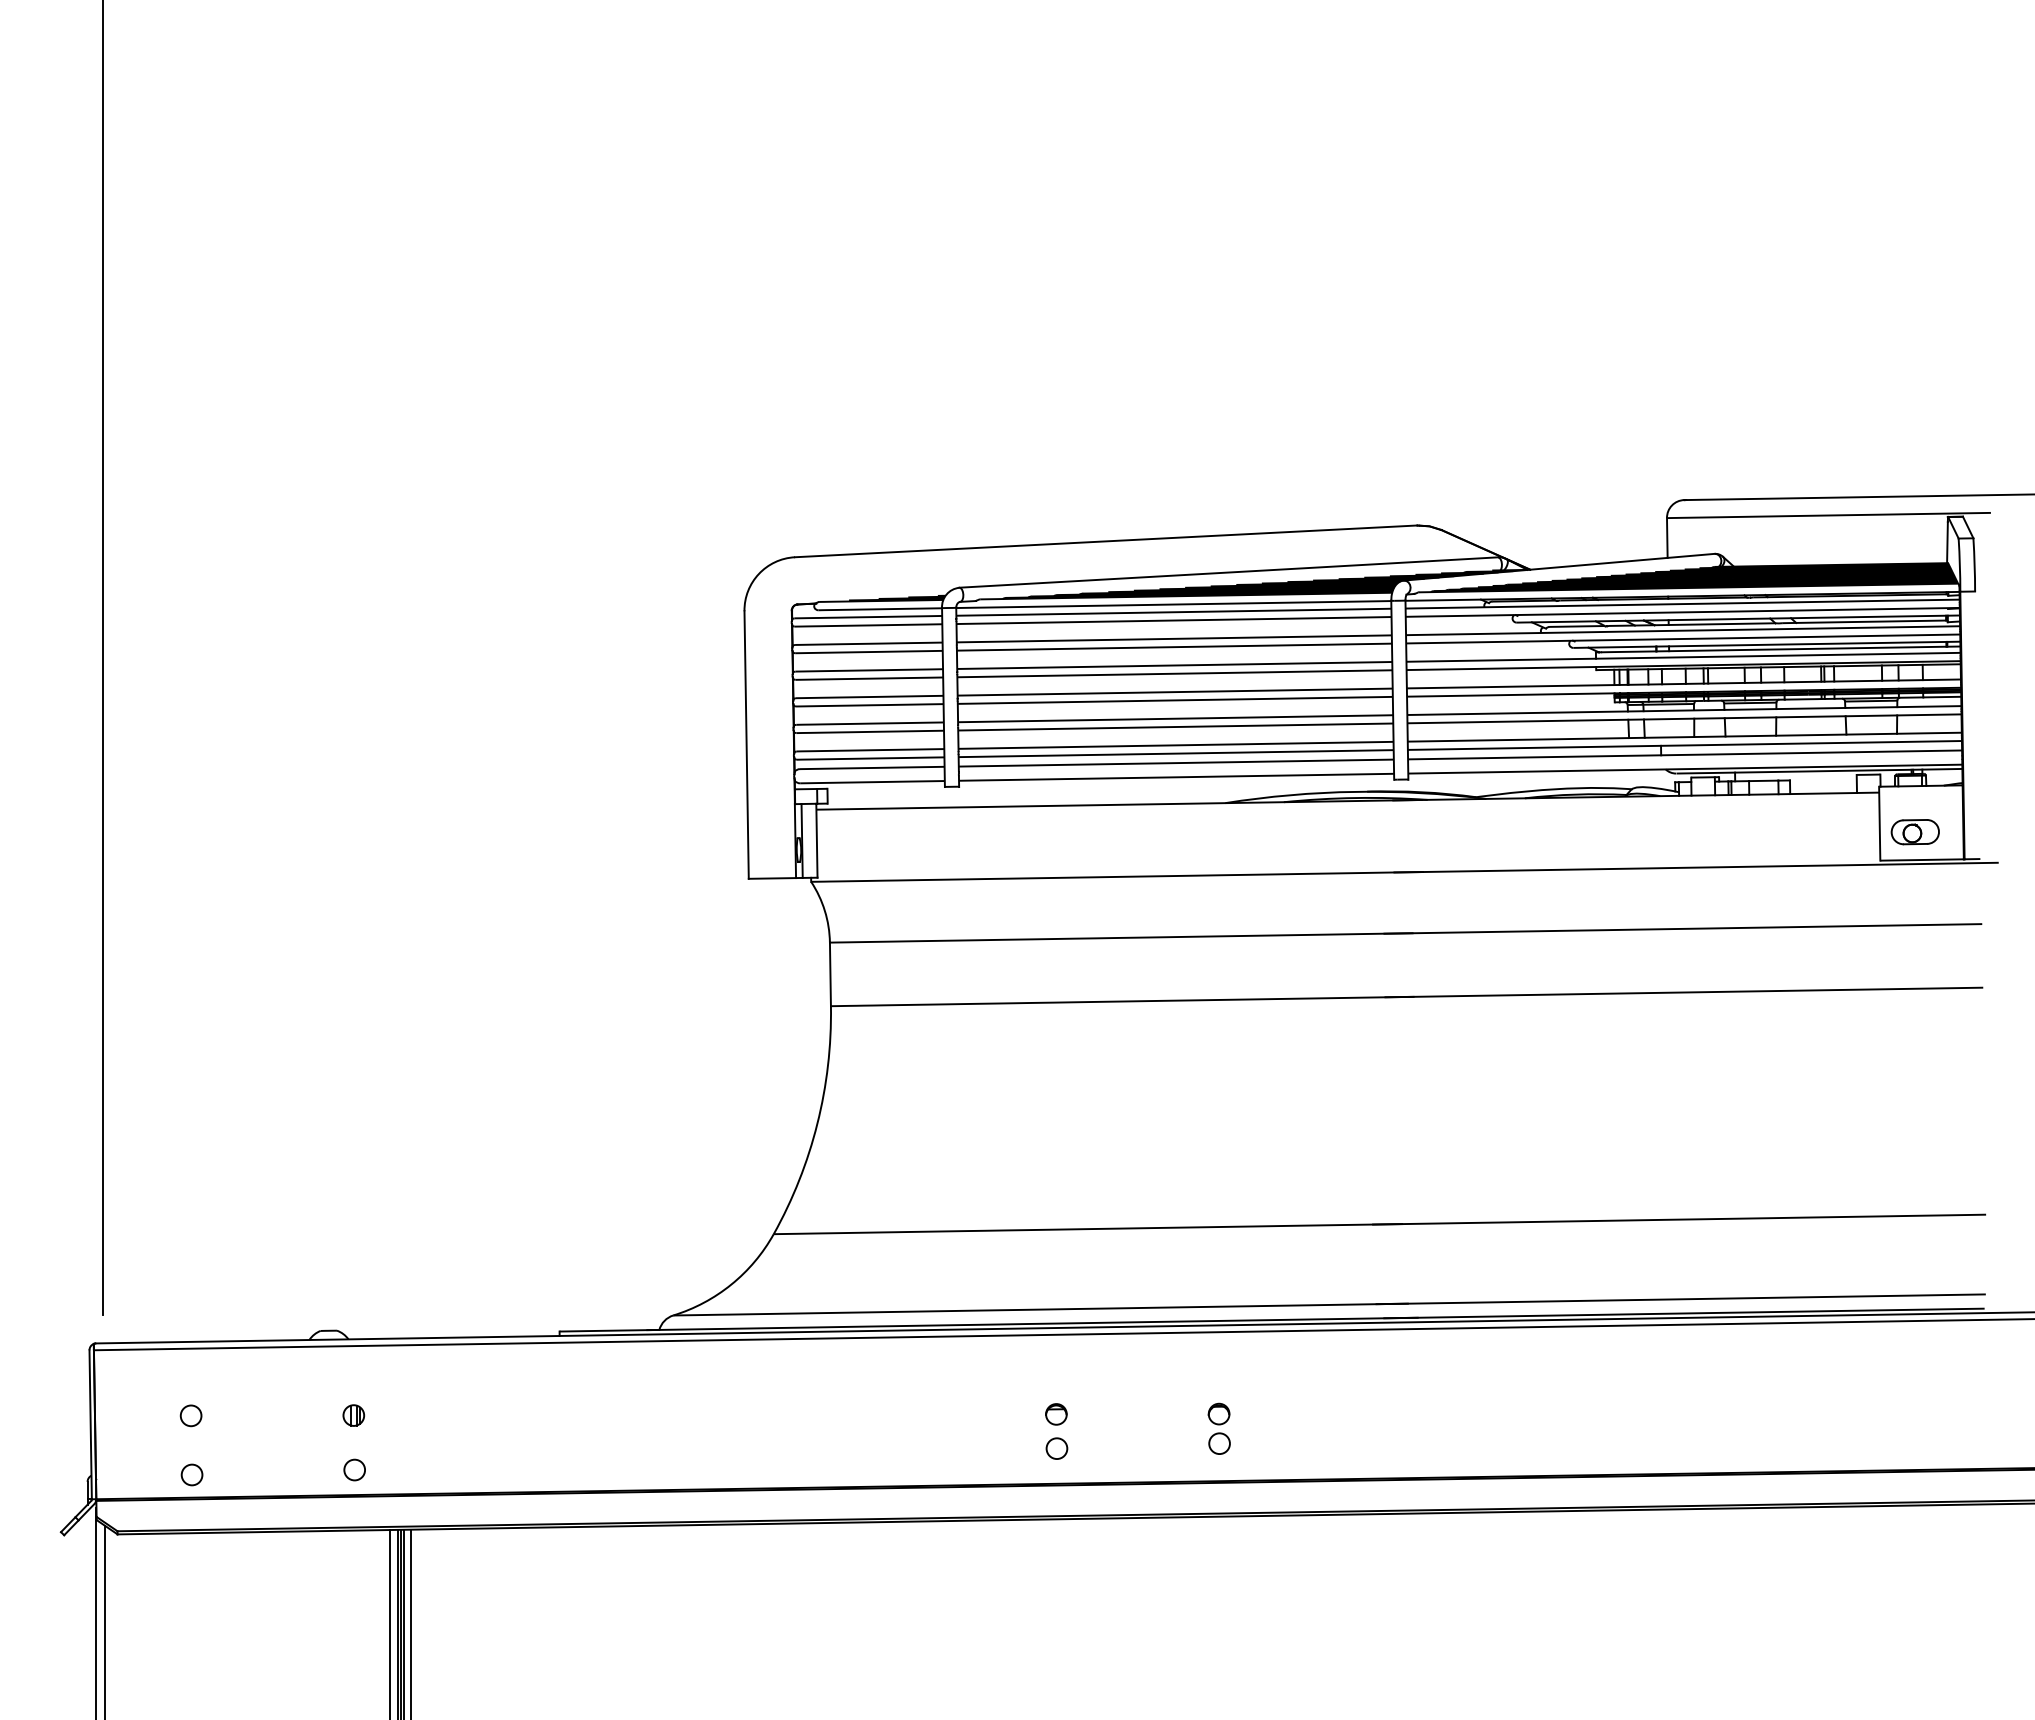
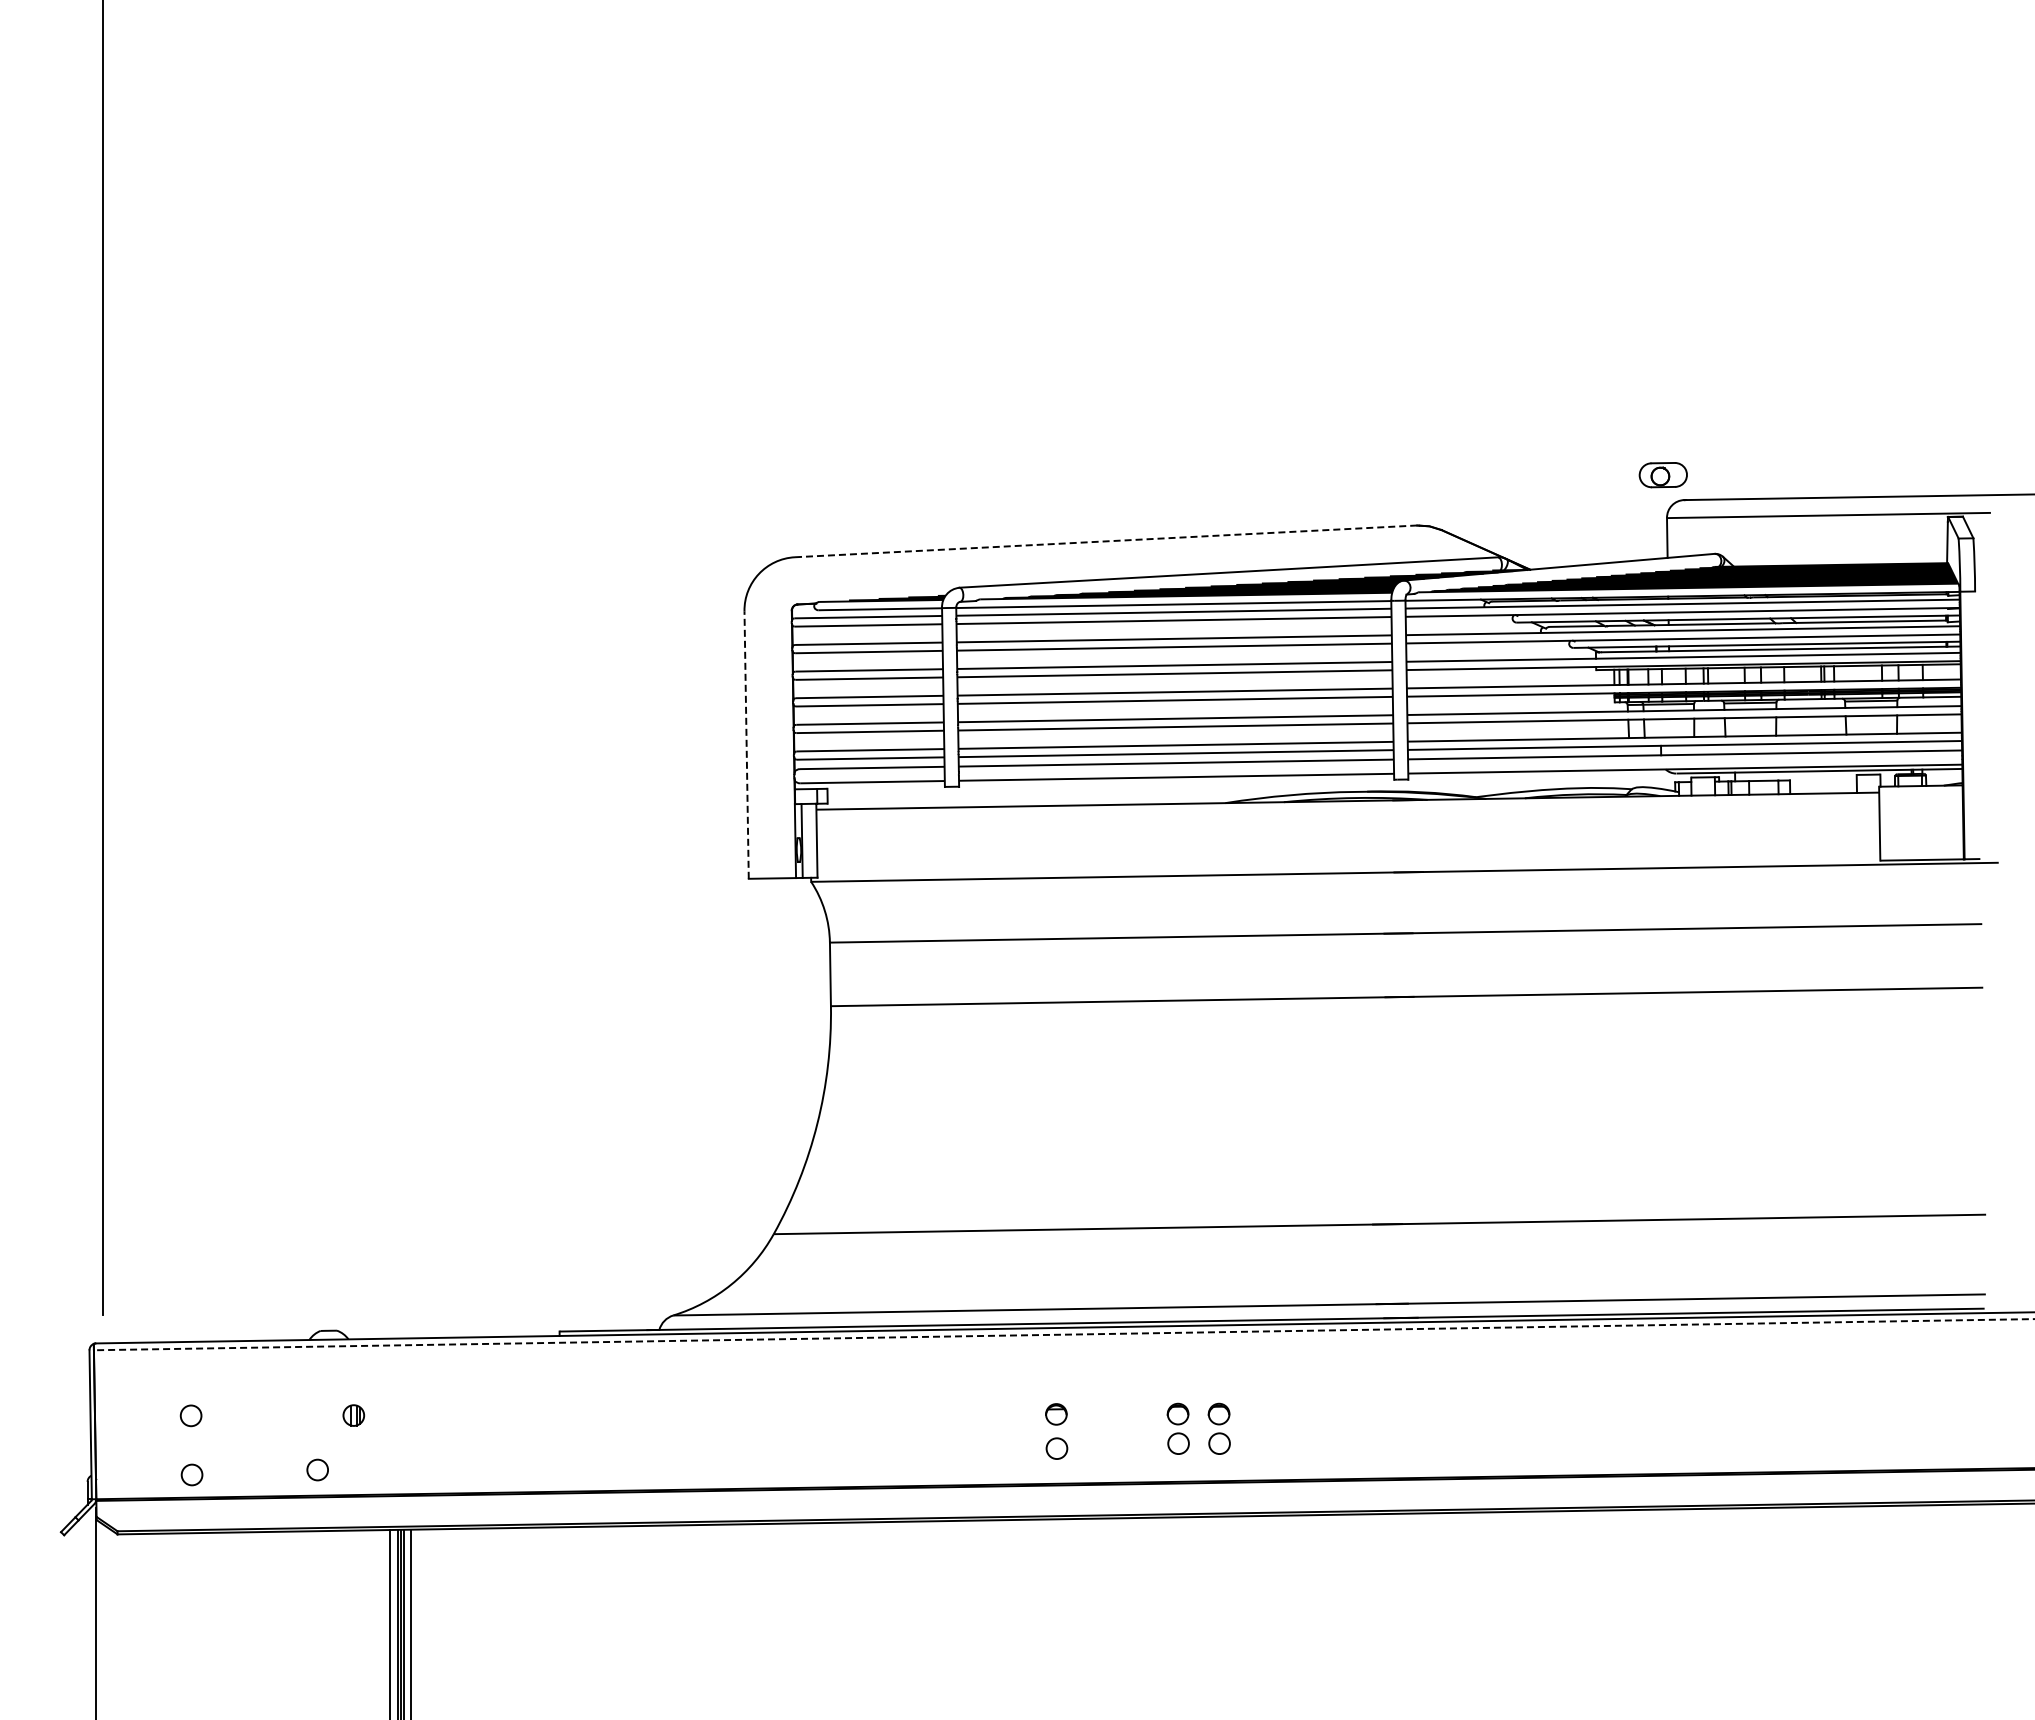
line at (1106, 541): solid -> dashed
line at (746, 745): solid -> dashed
part at (1914, 832) position: (1914, 832) -> (1662, 475)
line at (1063, 1334): solid -> dashed
part at (1177, 1428): none -> present
circle at (354, 1469) position: (354, 1469) -> (317, 1469)
line at (104, 1620): present -> none
